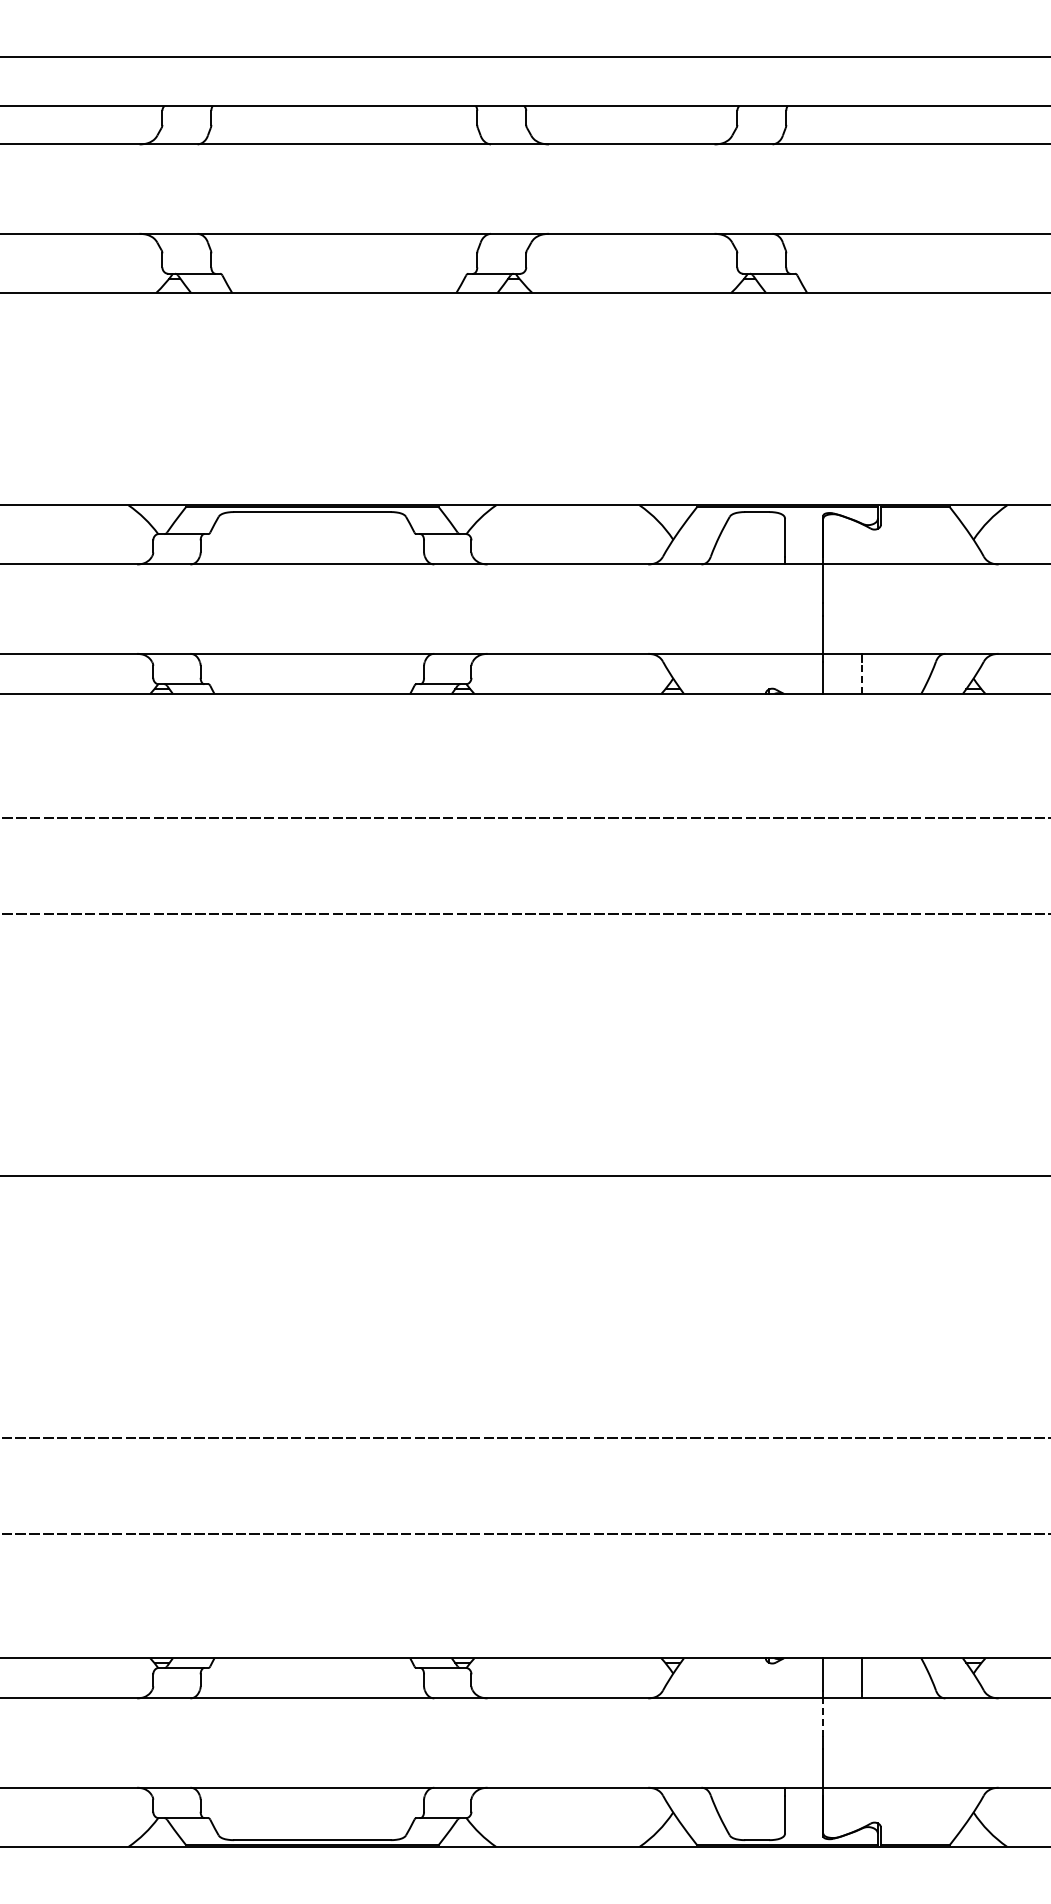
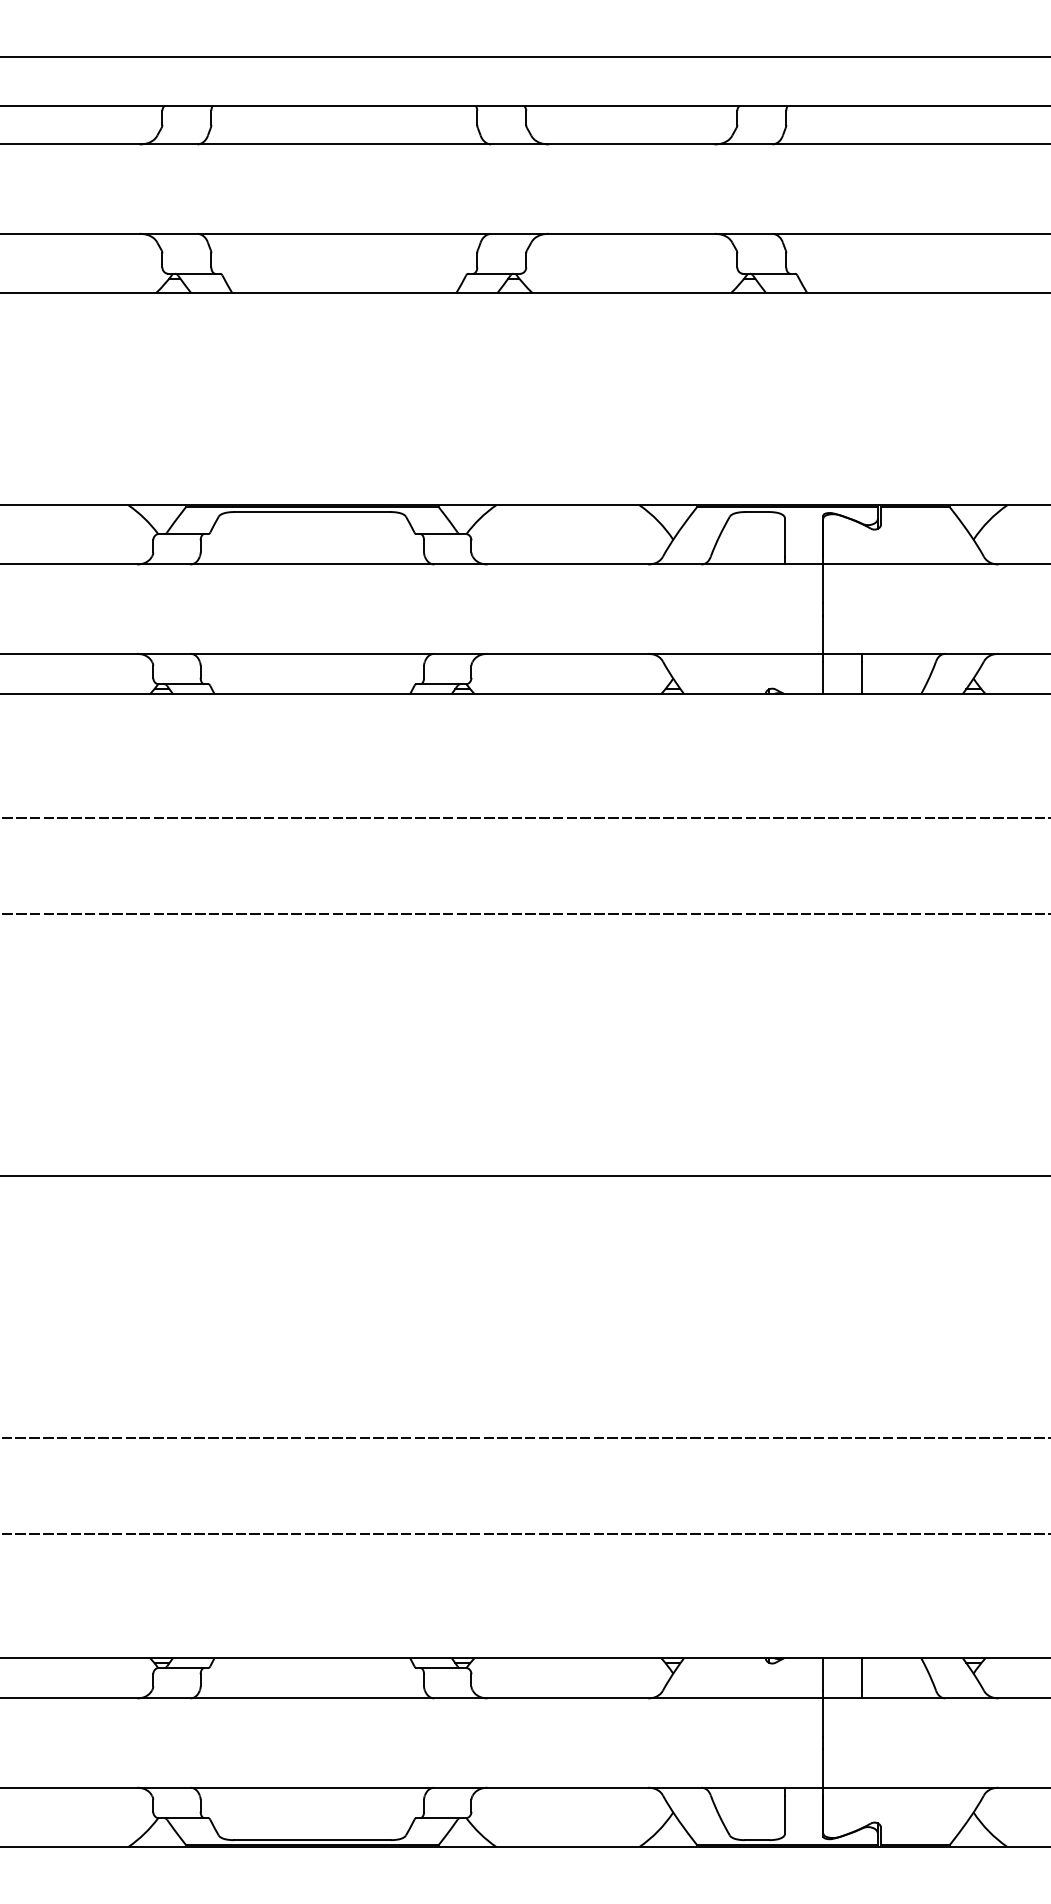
line at (861, 677): dashed -> solid
line at (823, 1717): dashed -> solid
